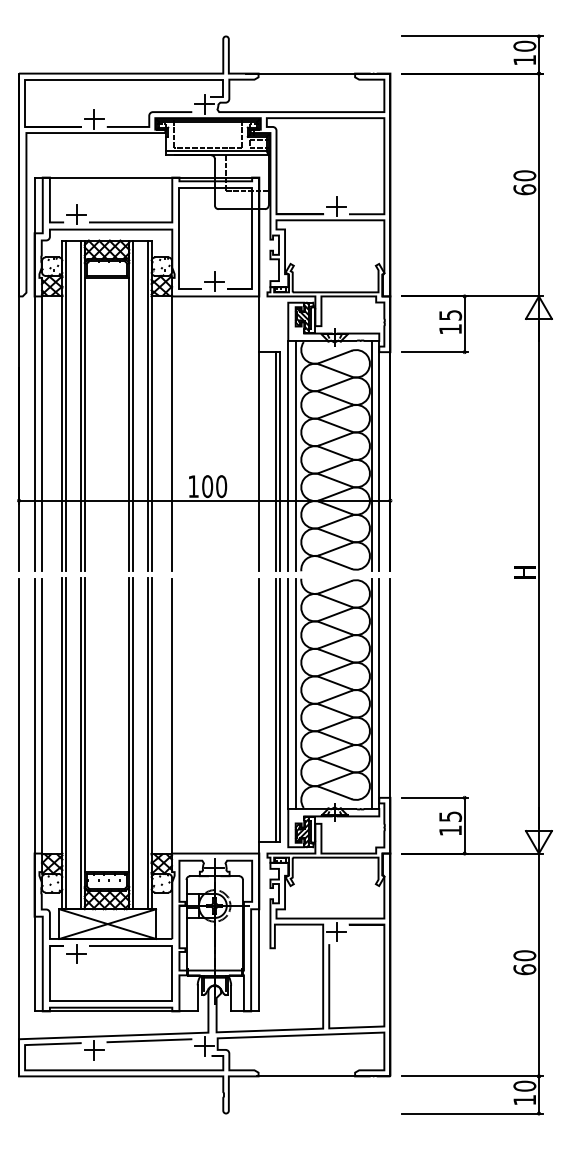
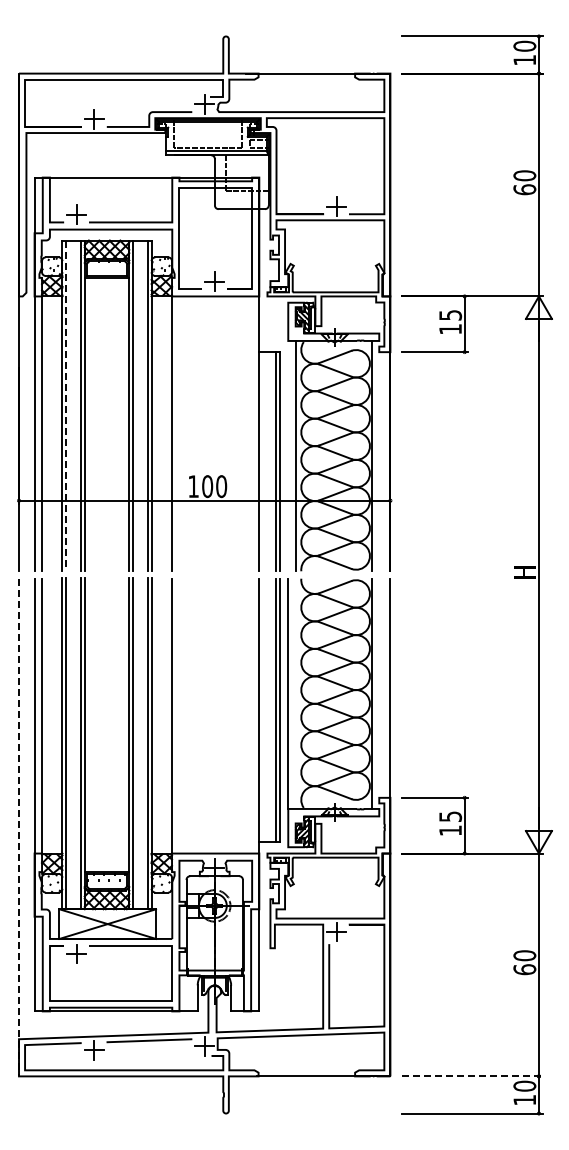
line at (66, 406): solid -> dashed
line at (288, 455): present -> none
line at (379, 455): present -> none
line at (295, 693): present -> none
line at (379, 693): present -> none
line at (19, 827): solid -> dashed
line at (472, 1076): solid -> dashed
